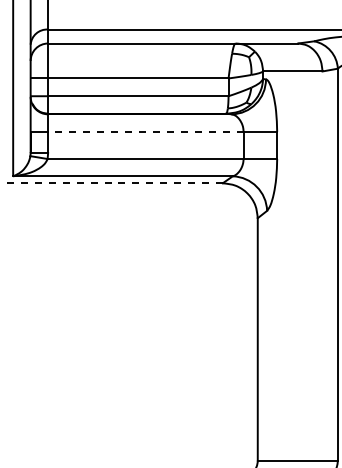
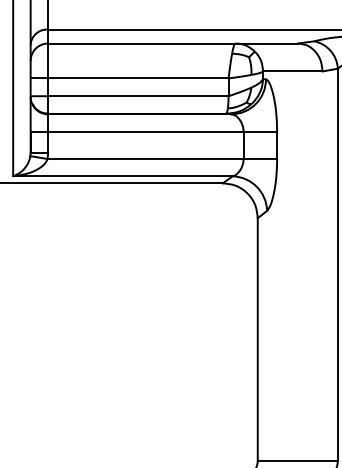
line at (145, 131): dashed -> solid
line at (111, 183): dashed -> solid
